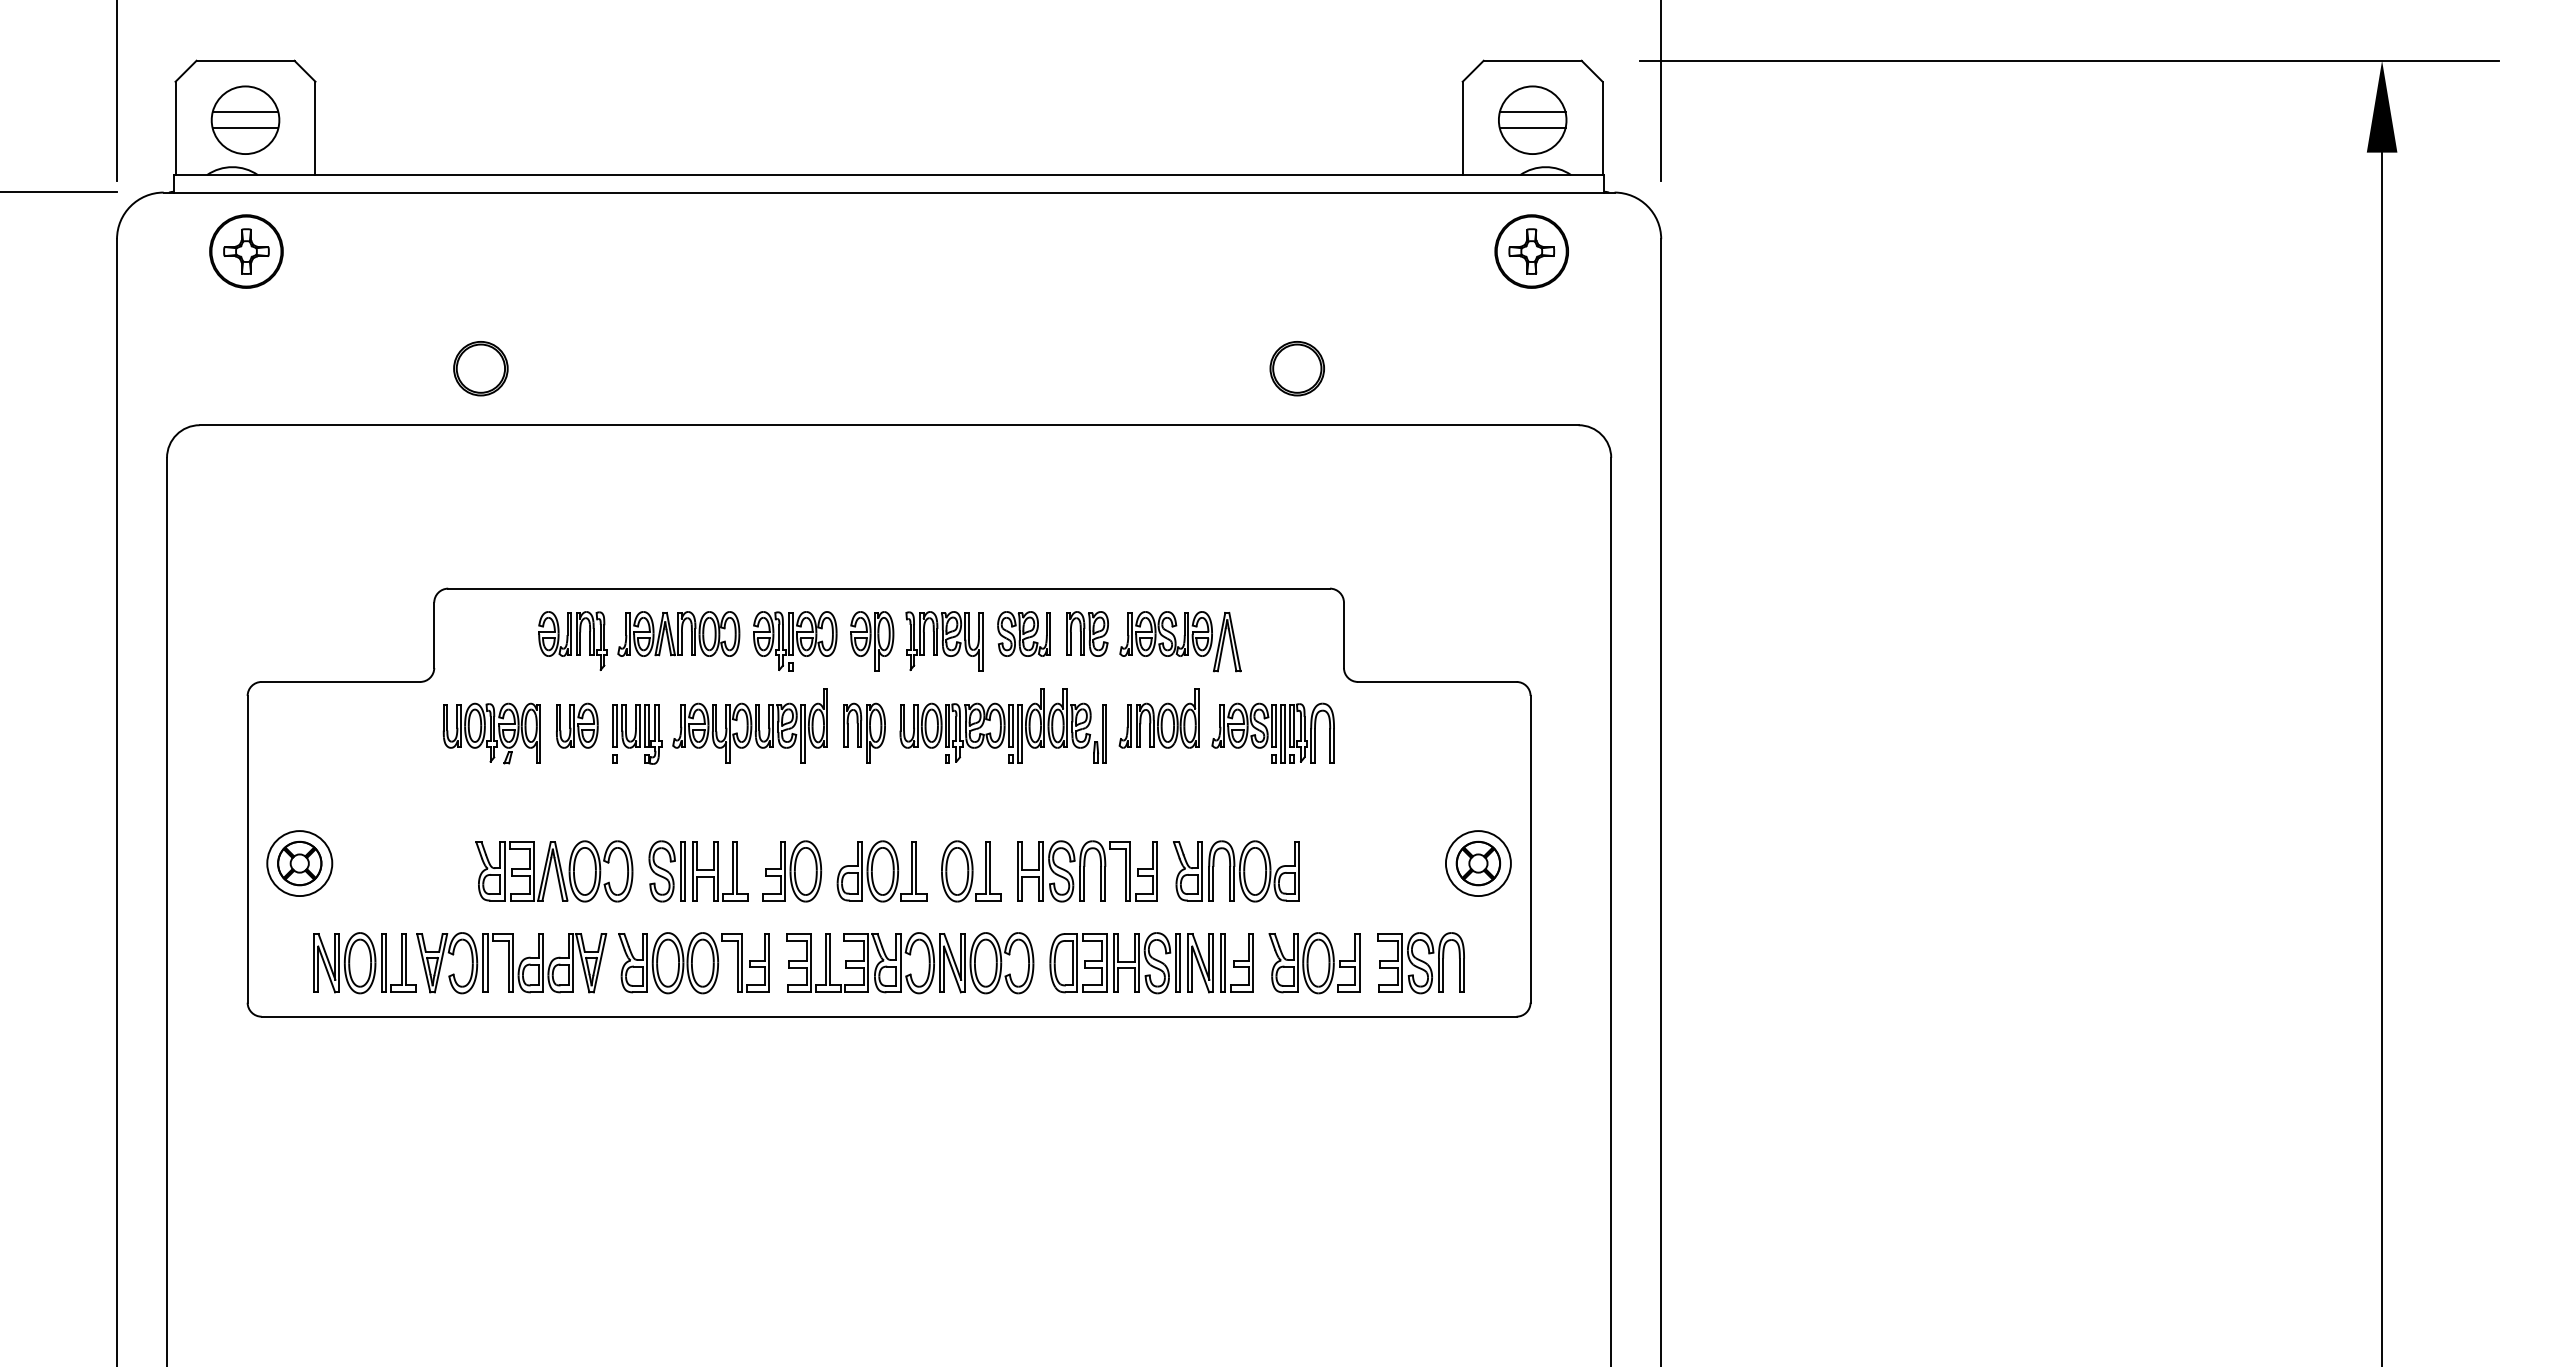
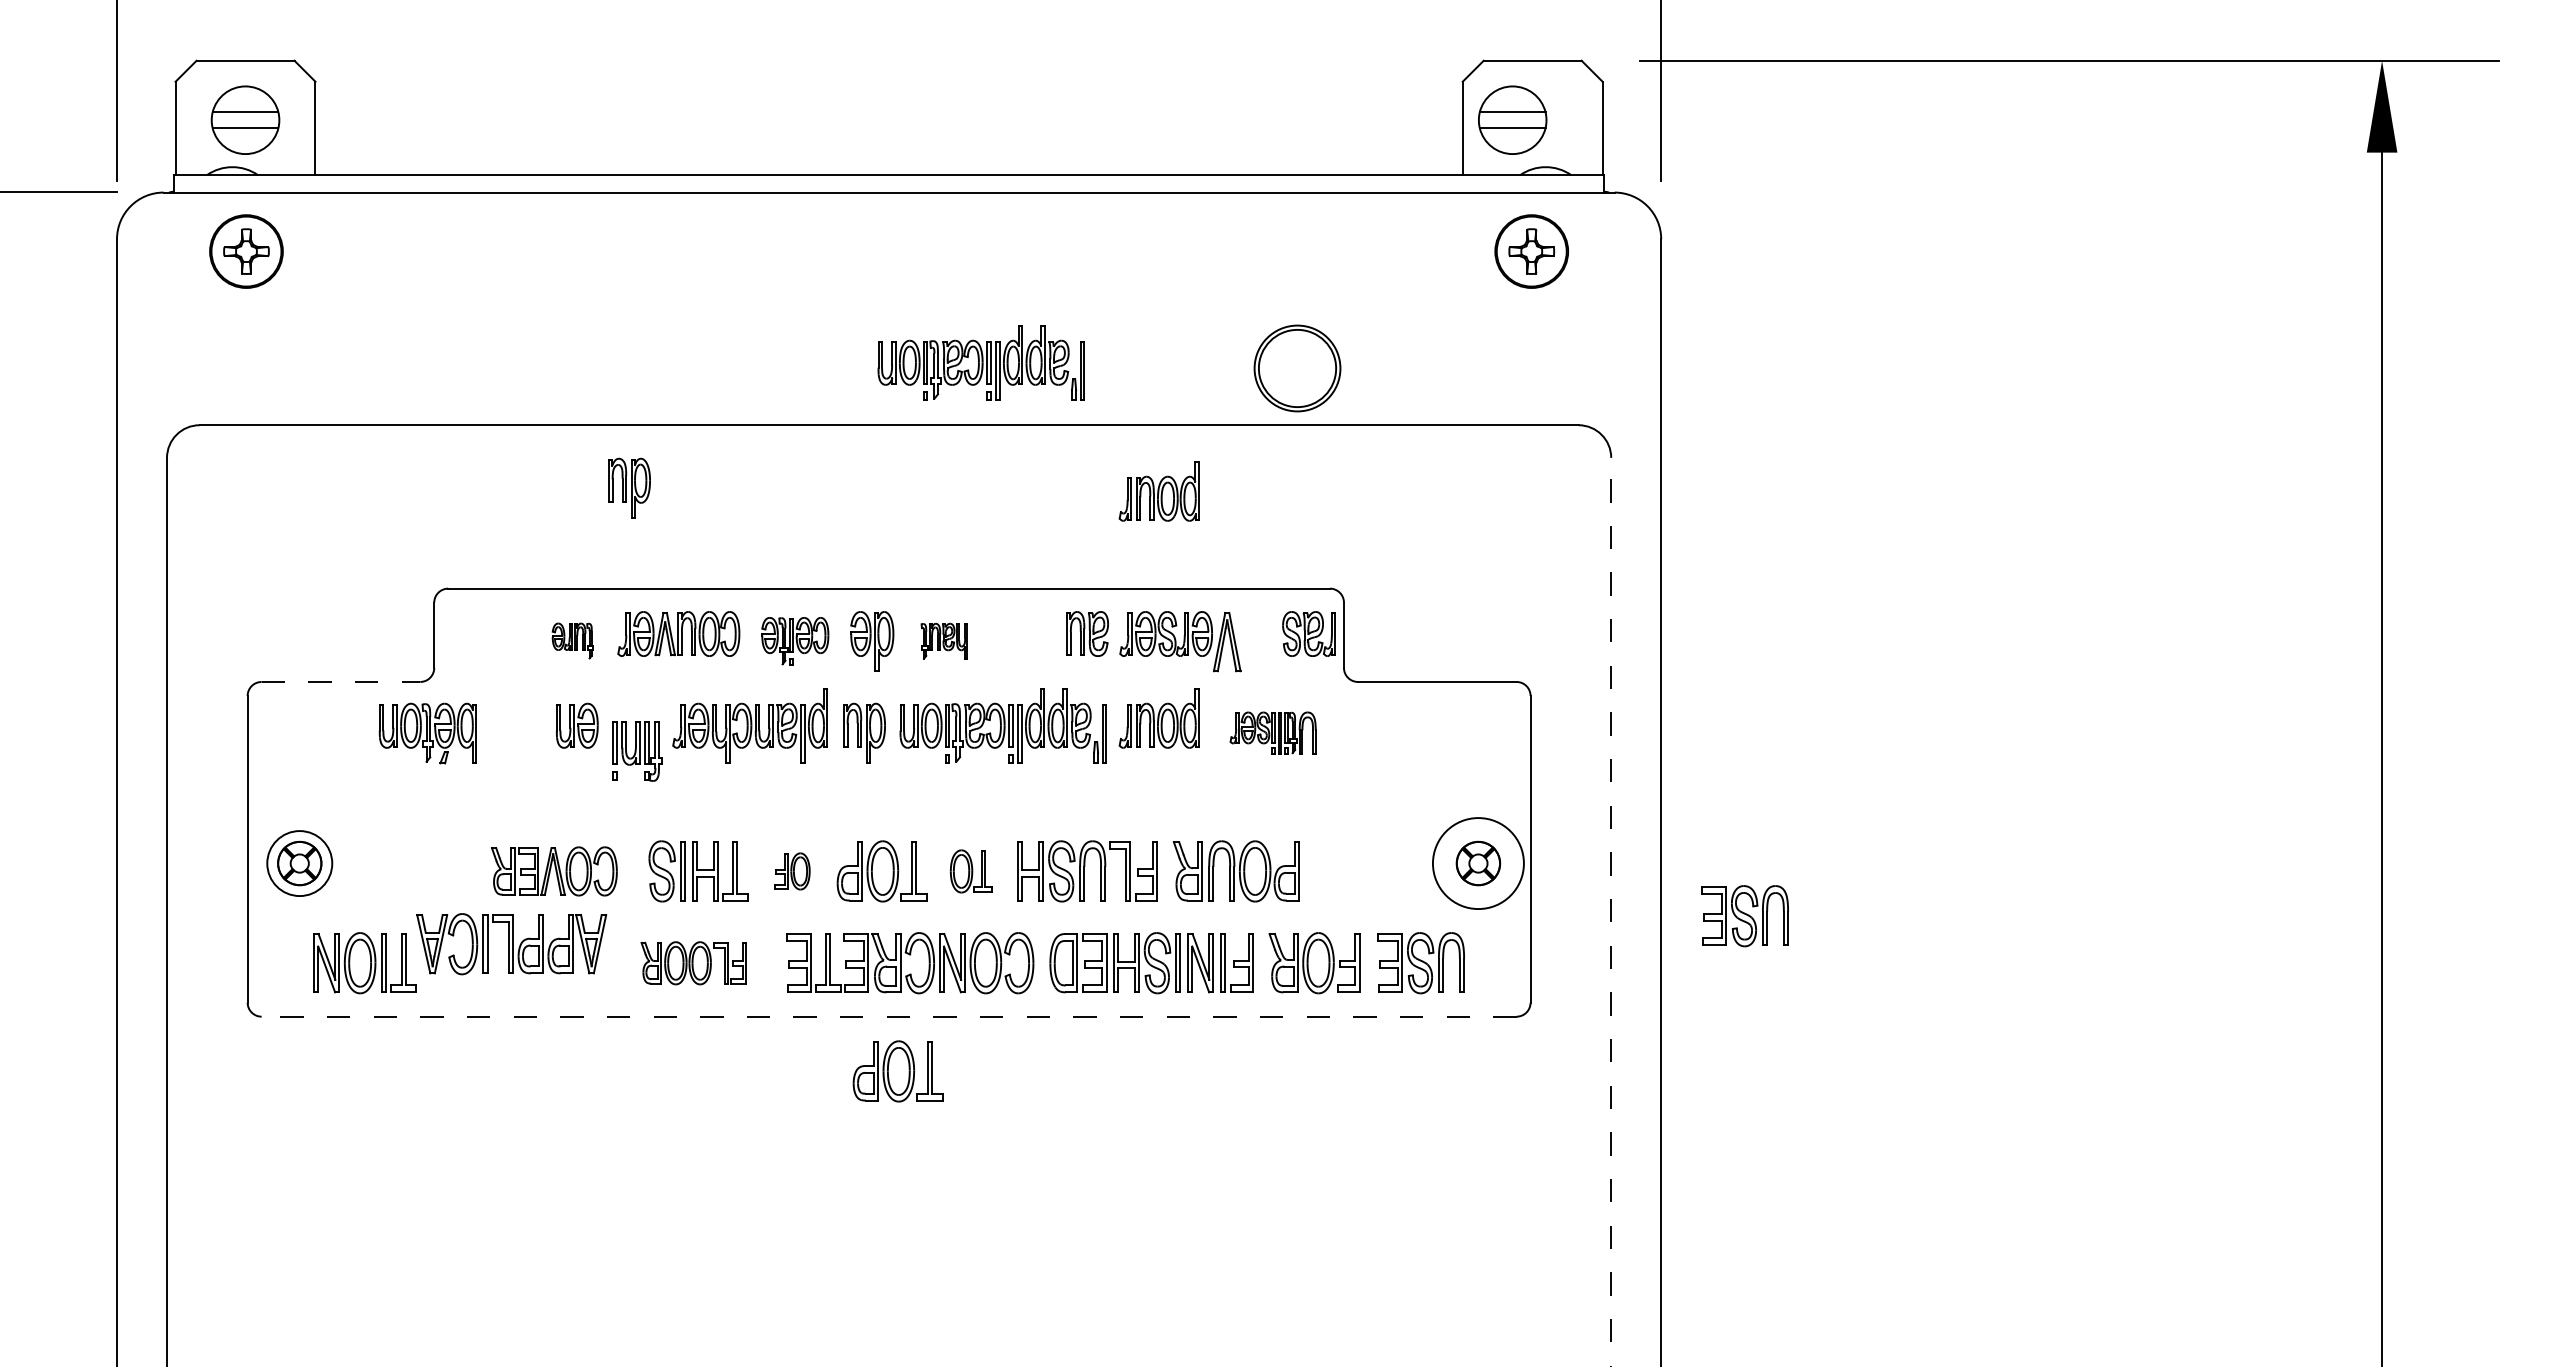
part at (1532, 119) position: (1532, 119) -> (1512, 119)
part at (980, 362): none -> present
part at (480, 368): present -> none
part at (1296, 368) size: 56x56 px -> 89x89 px
part at (629, 487): none -> present
part at (1158, 491): none -> present
part at (1023, 633) position: (1023, 633) -> (1308, 633)
part at (572, 640) size: 70x60 px -> 43x38 px
part at (795, 641) size: 85x61 px -> 69x49 px
part at (944, 641) size: 79x61 px -> 48x38 px
line at (341, 681): solid -> dashed
part at (1272, 732) size: 124x62 px -> 88x44 px
part at (491, 733) position: (491, 733) -> (427, 733)
part at (637, 734) position: (637, 734) -> (637, 751)
circle at (1477, 863) diameter: 65 px -> 91 px
part at (554, 871) size: 159x63 px -> 127x51 px
part at (792, 871) size: 61x63 px -> 37x39 px
part at (971, 871) size: 61x63 px -> 44x45 px
line at (1611, 911): solid -> dashed
part at (1744, 916): none -> present
part at (511, 963) position: (511, 963) -> (511, 944)
part at (693, 963) size: 152x63 px -> 107x45 px
line at (888, 1016): solid -> dashed
part at (897, 1071): none -> present
